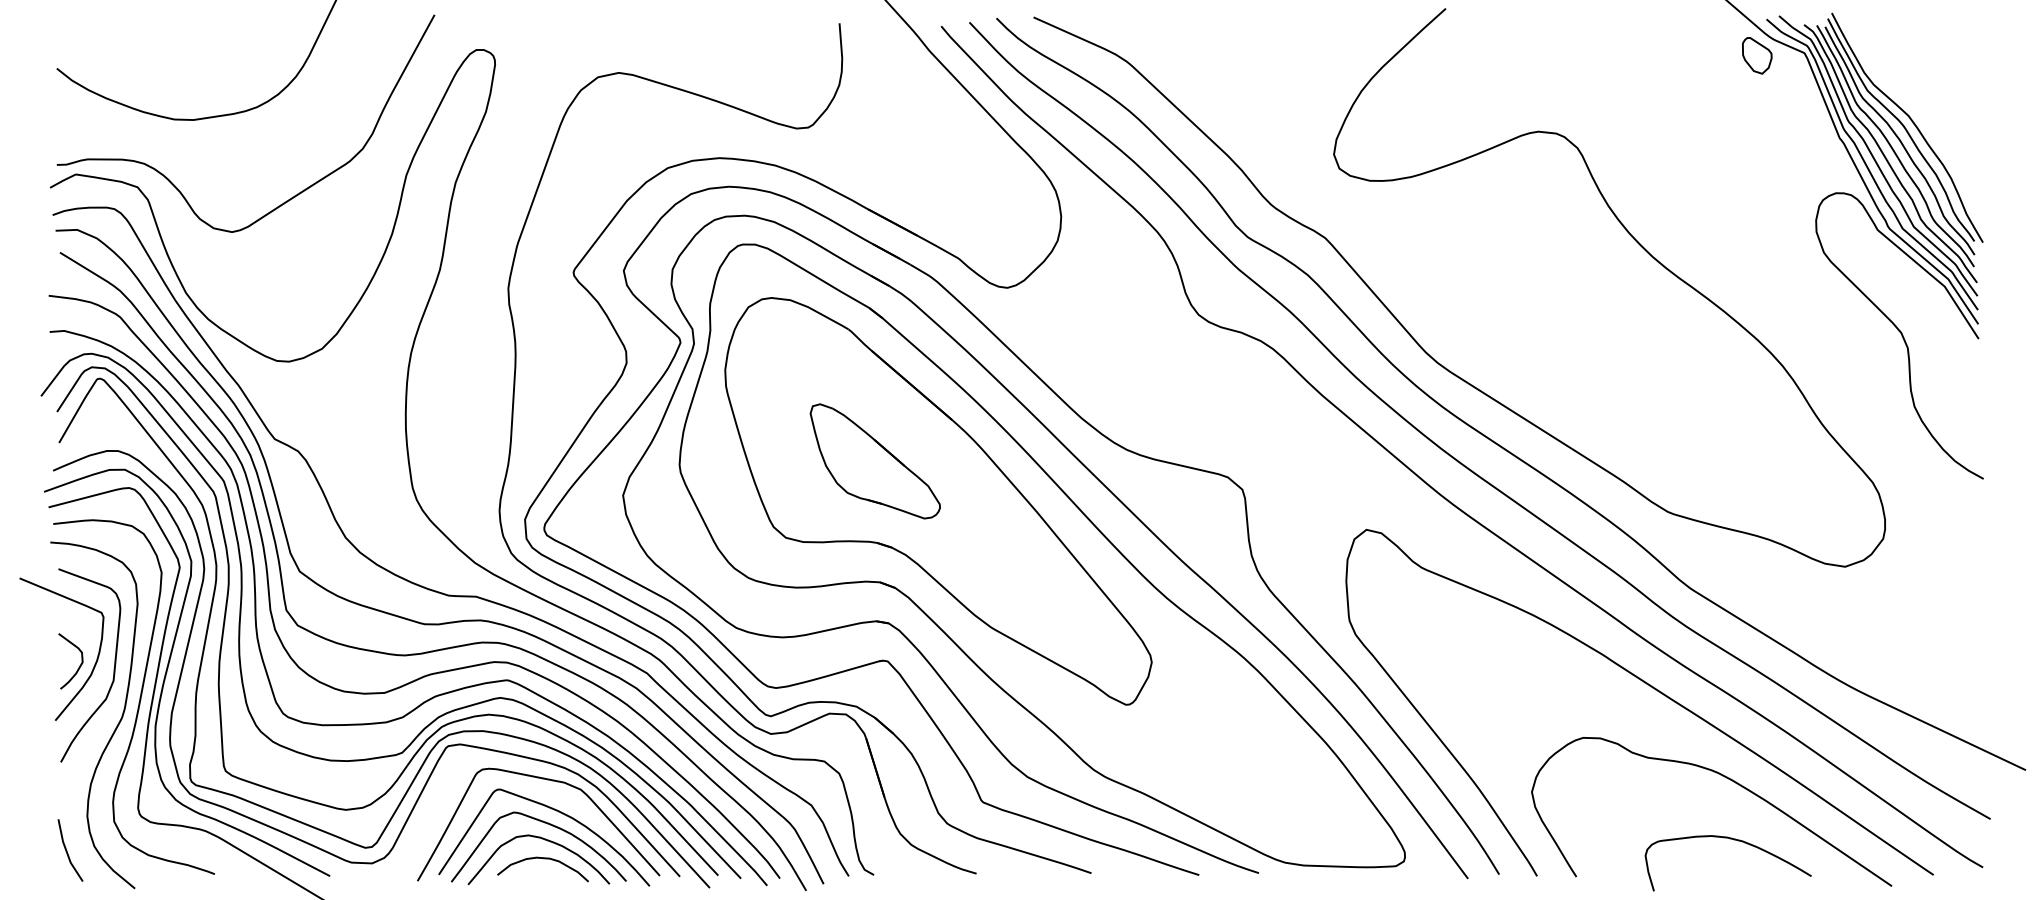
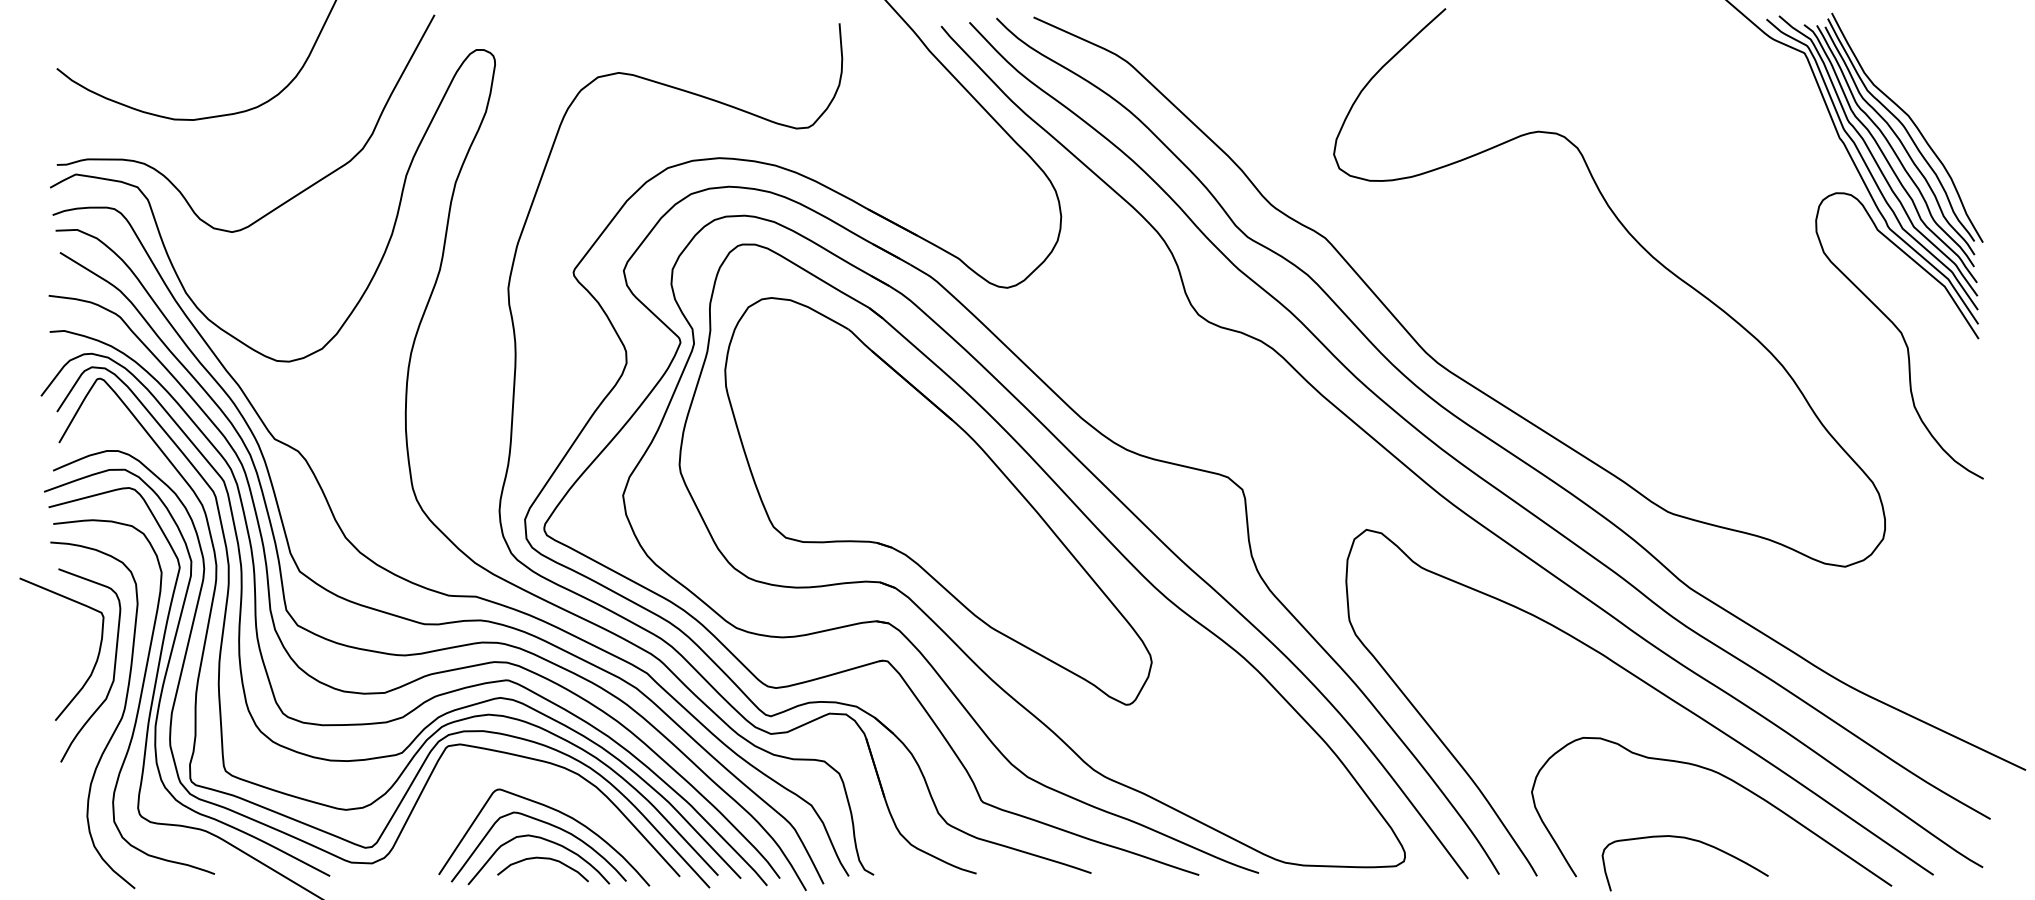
part at (1757, 55): present -> none
part at (874, 461): present -> none
curve at (79, 665): present -> none
curve at (547, 780): present -> none
curve at (1734, 840) position: (1734, 840) -> (1691, 840)
line at (67, 850): present -> none
